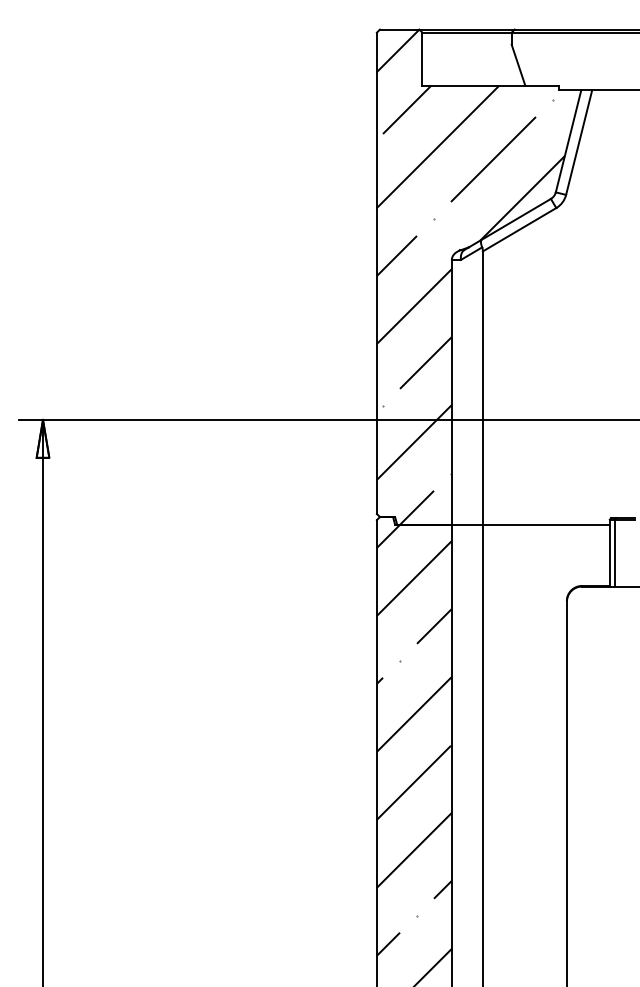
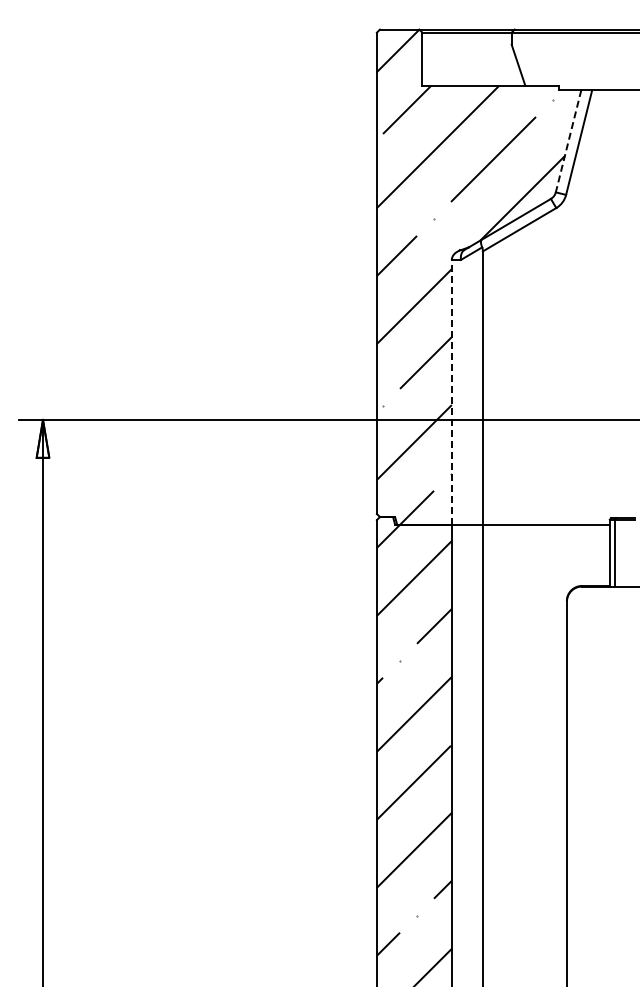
line at (568, 141): solid -> dashed
line at (451, 391): solid -> dashed
